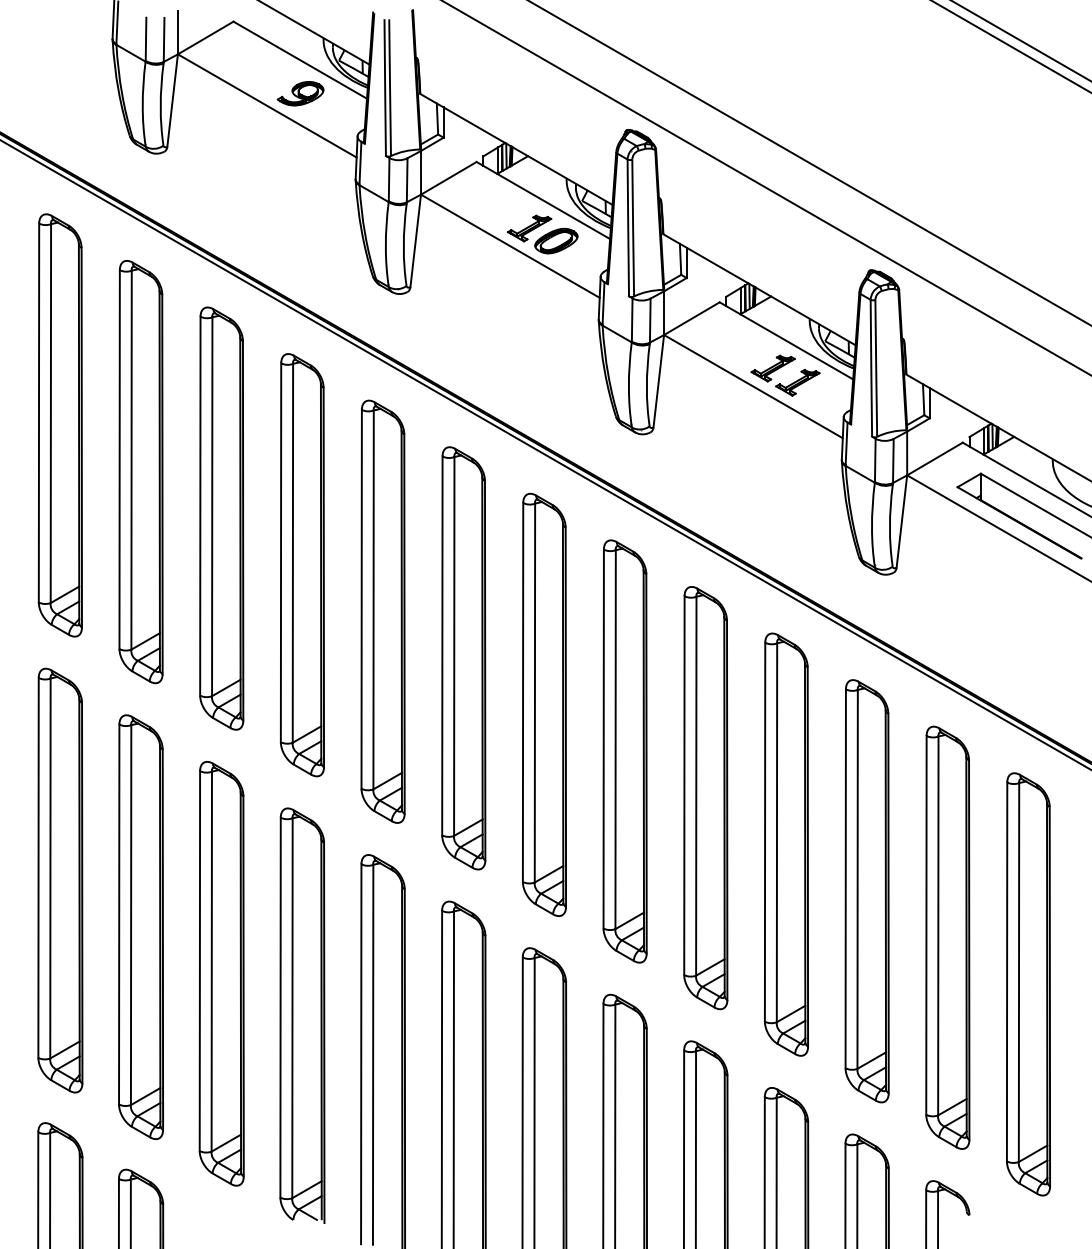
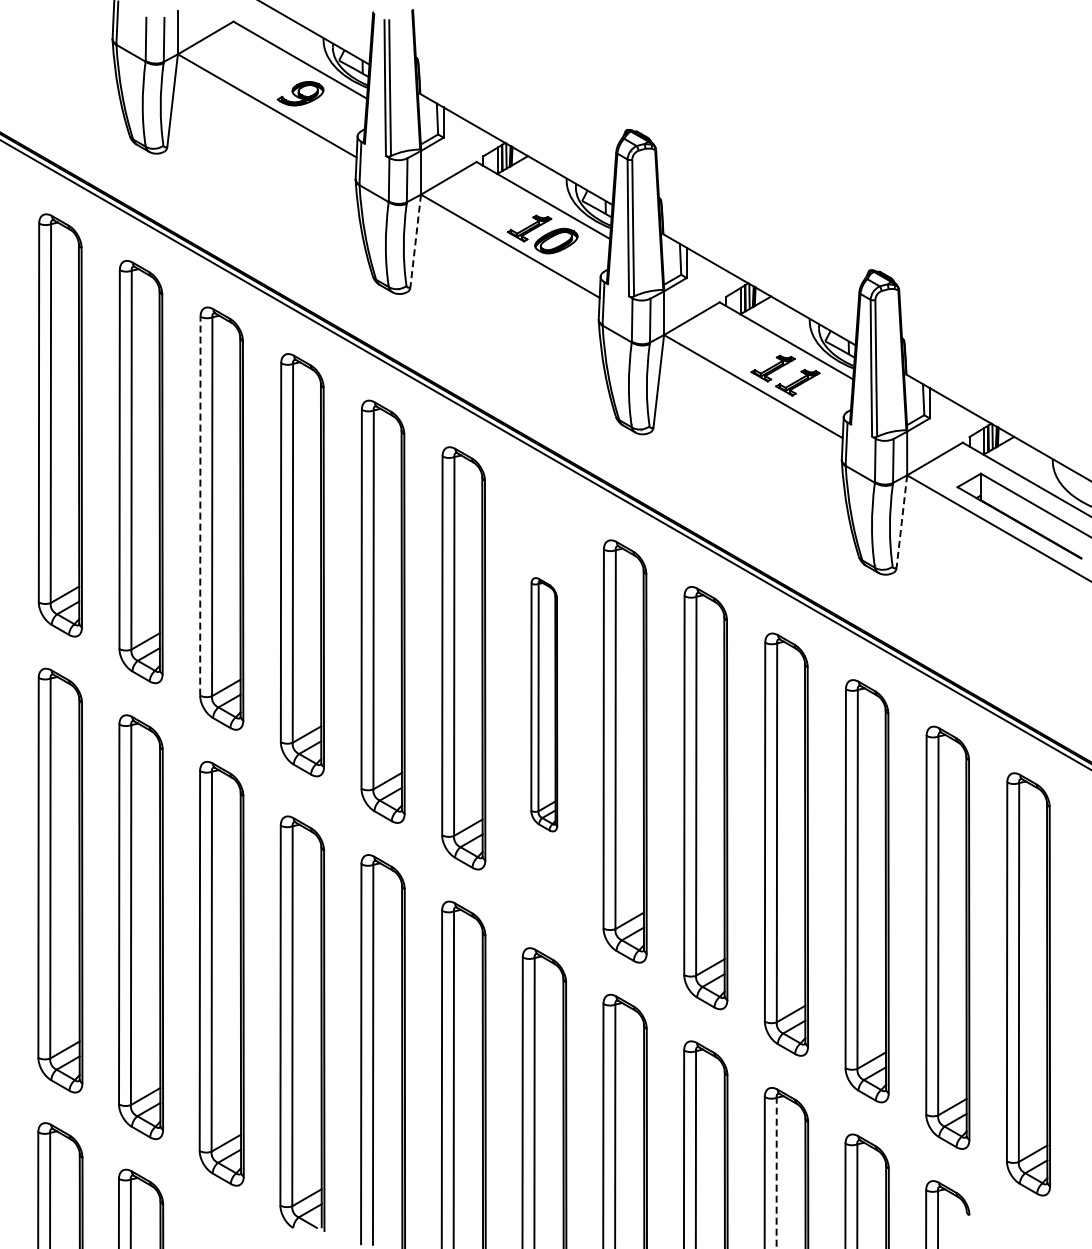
line at (1021, 40): present -> none
line at (1011, 46): present -> none
line at (809, 163): present -> none
line at (766, 188): present -> none
line at (415, 241): solid -> dashed
line at (200, 505): solid -> dashed
line at (901, 522): solid -> dashed
part at (543, 704) size: 46x425 px -> 29x256 px
part at (302, 1015) position: (302, 1015) -> (302, 1023)
line at (776, 1172): solid -> dashed
